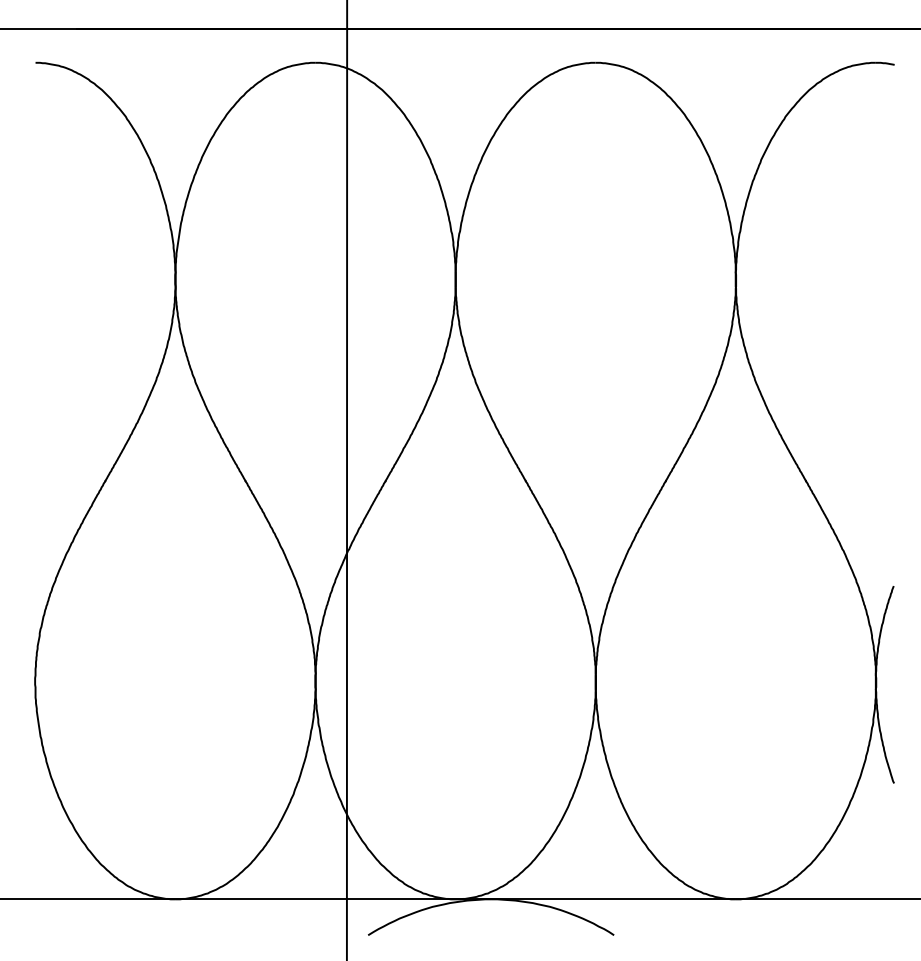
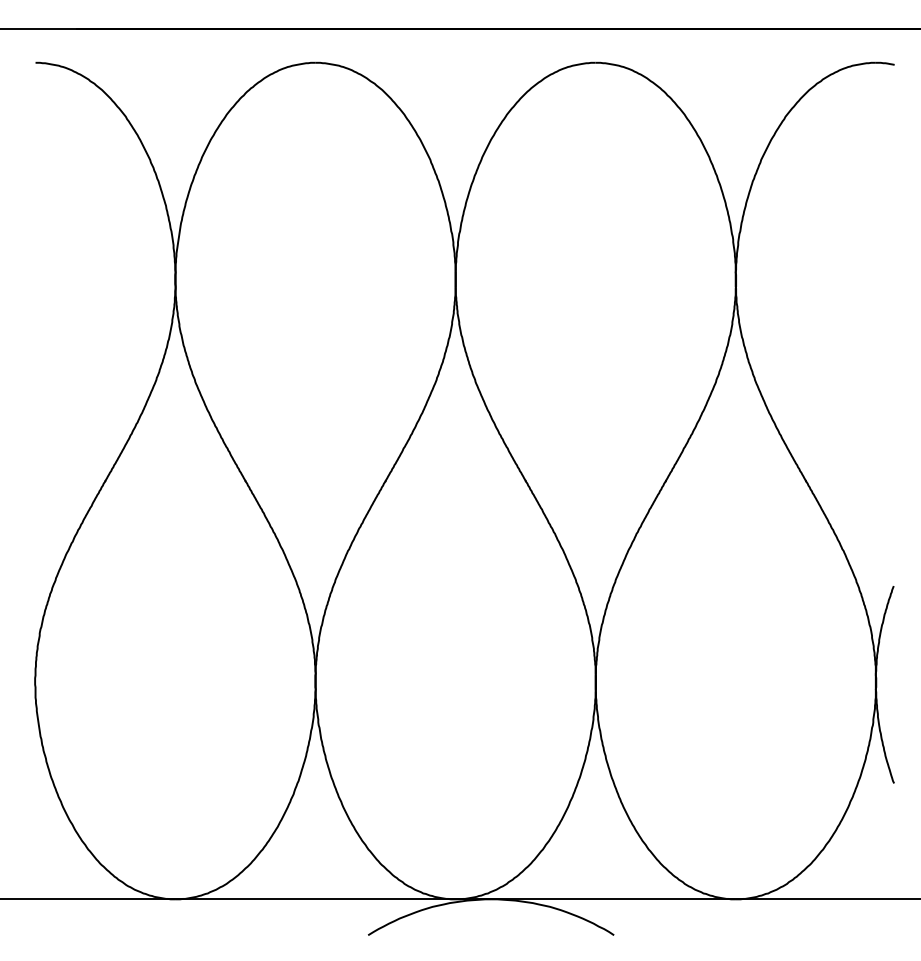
line at (346, 479): present -> none
